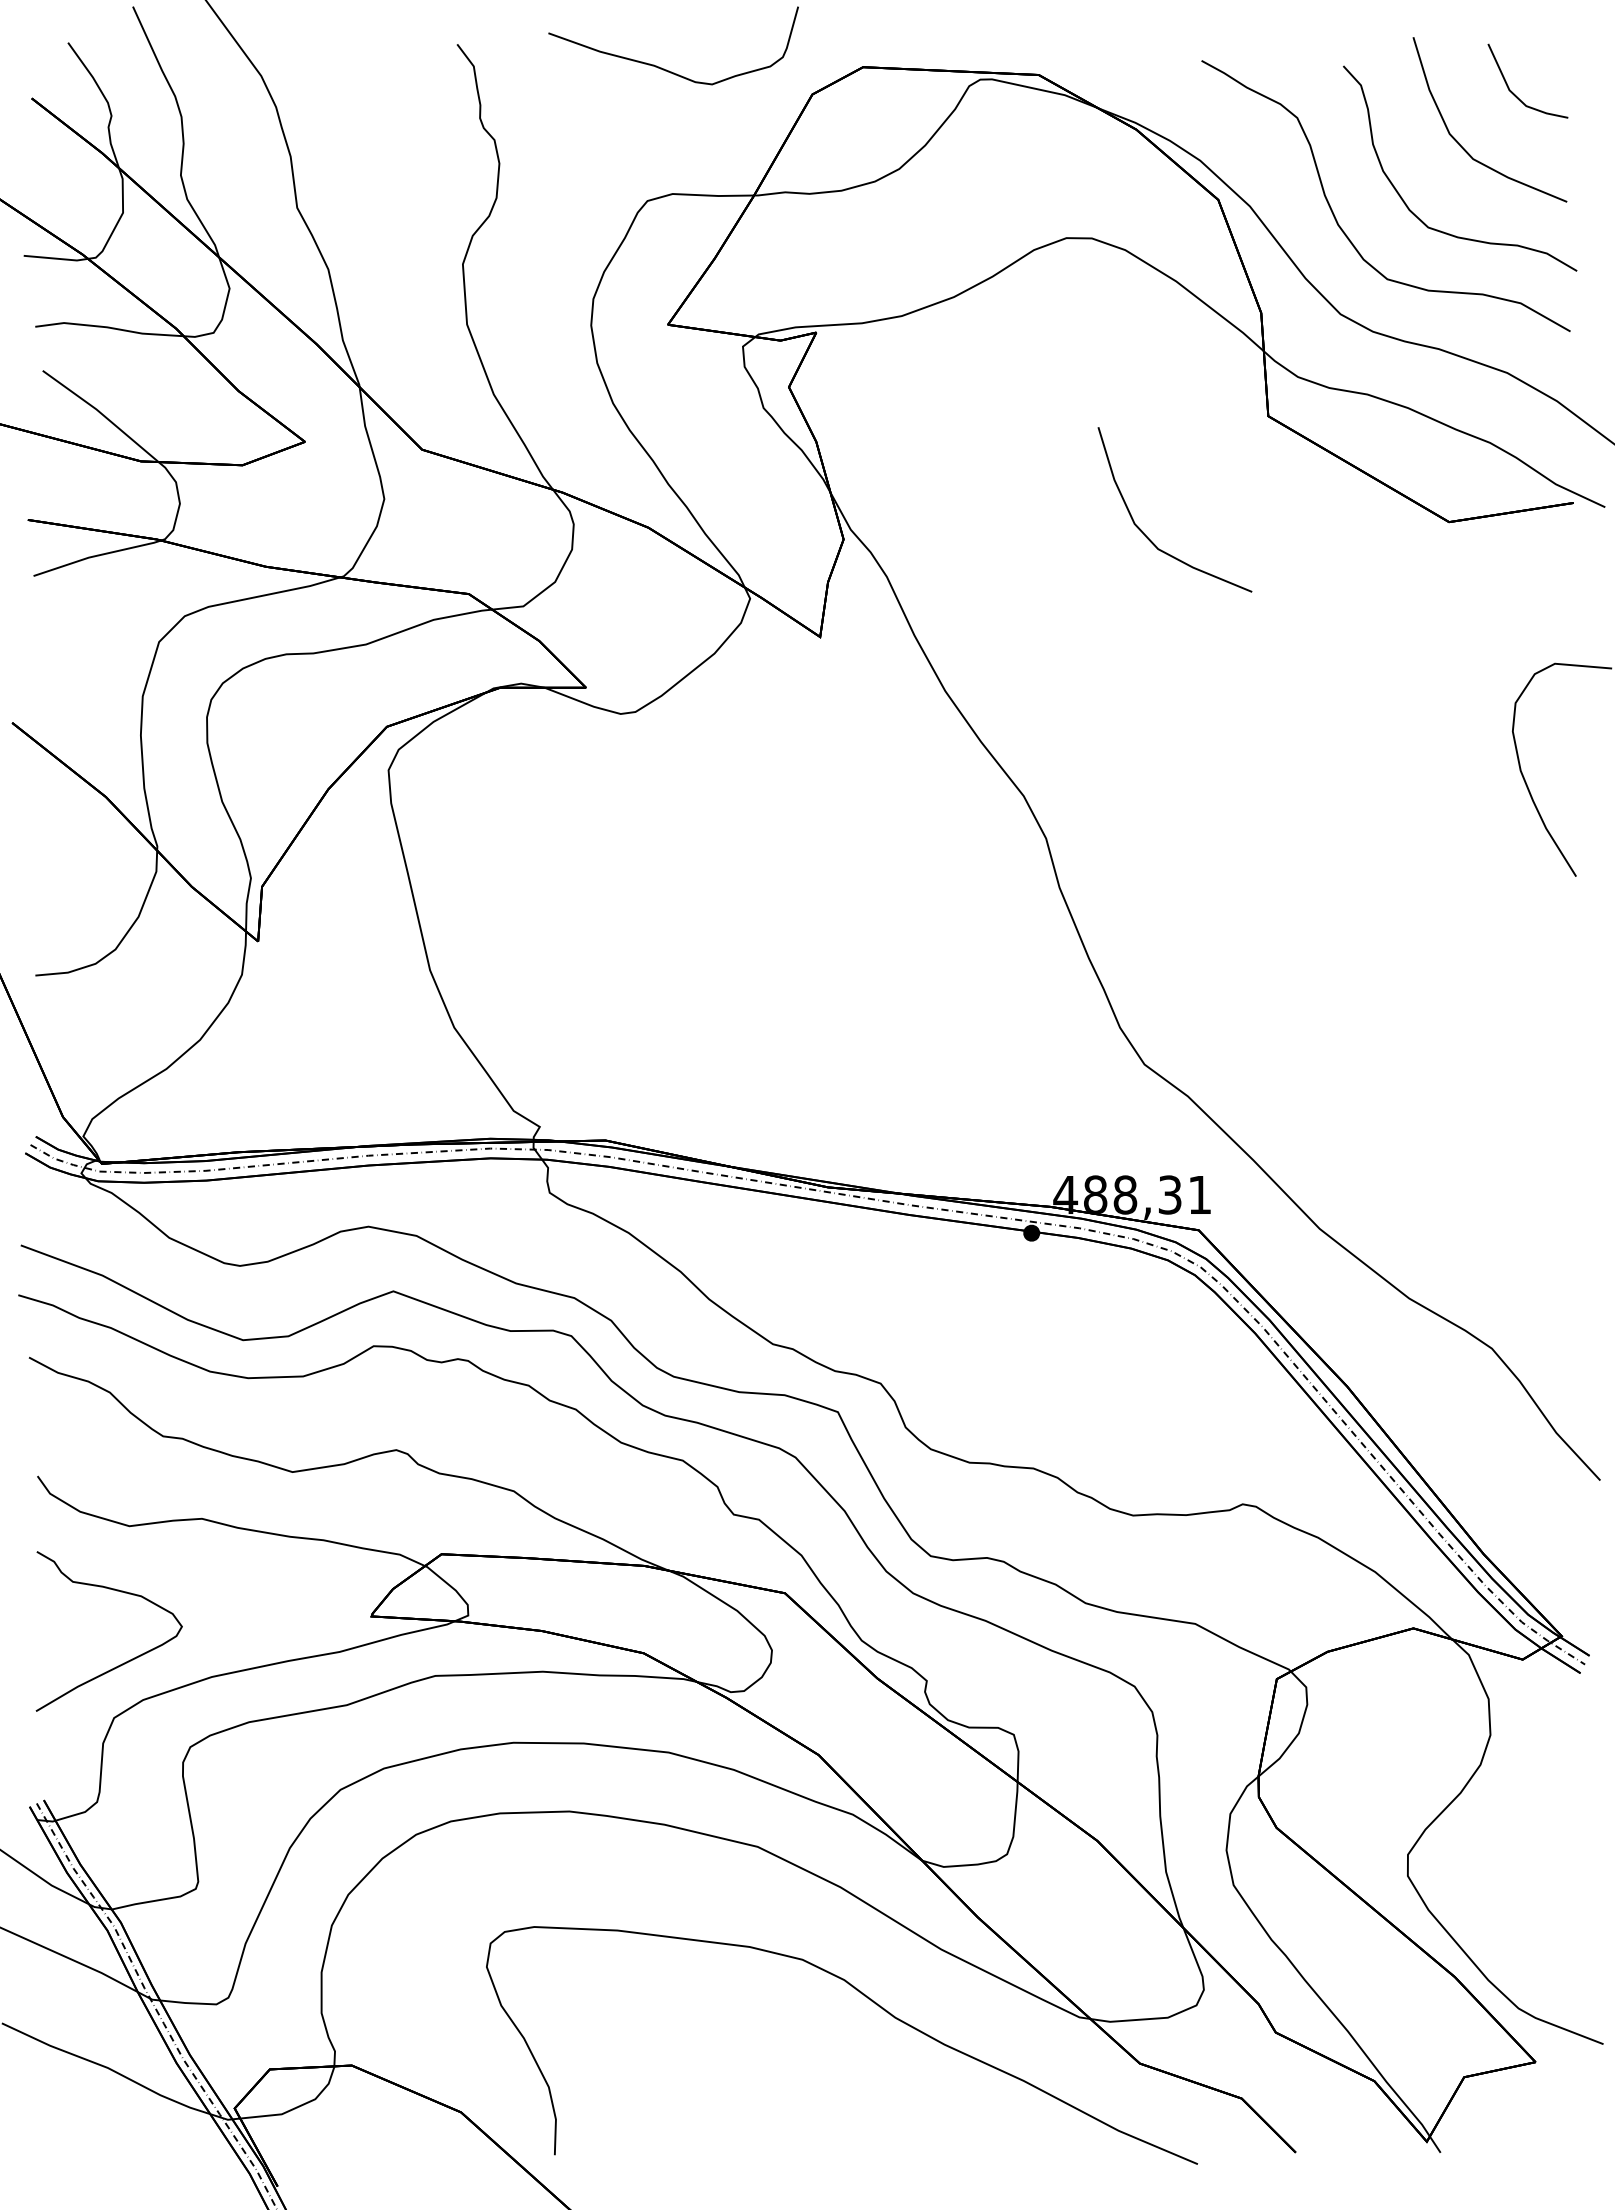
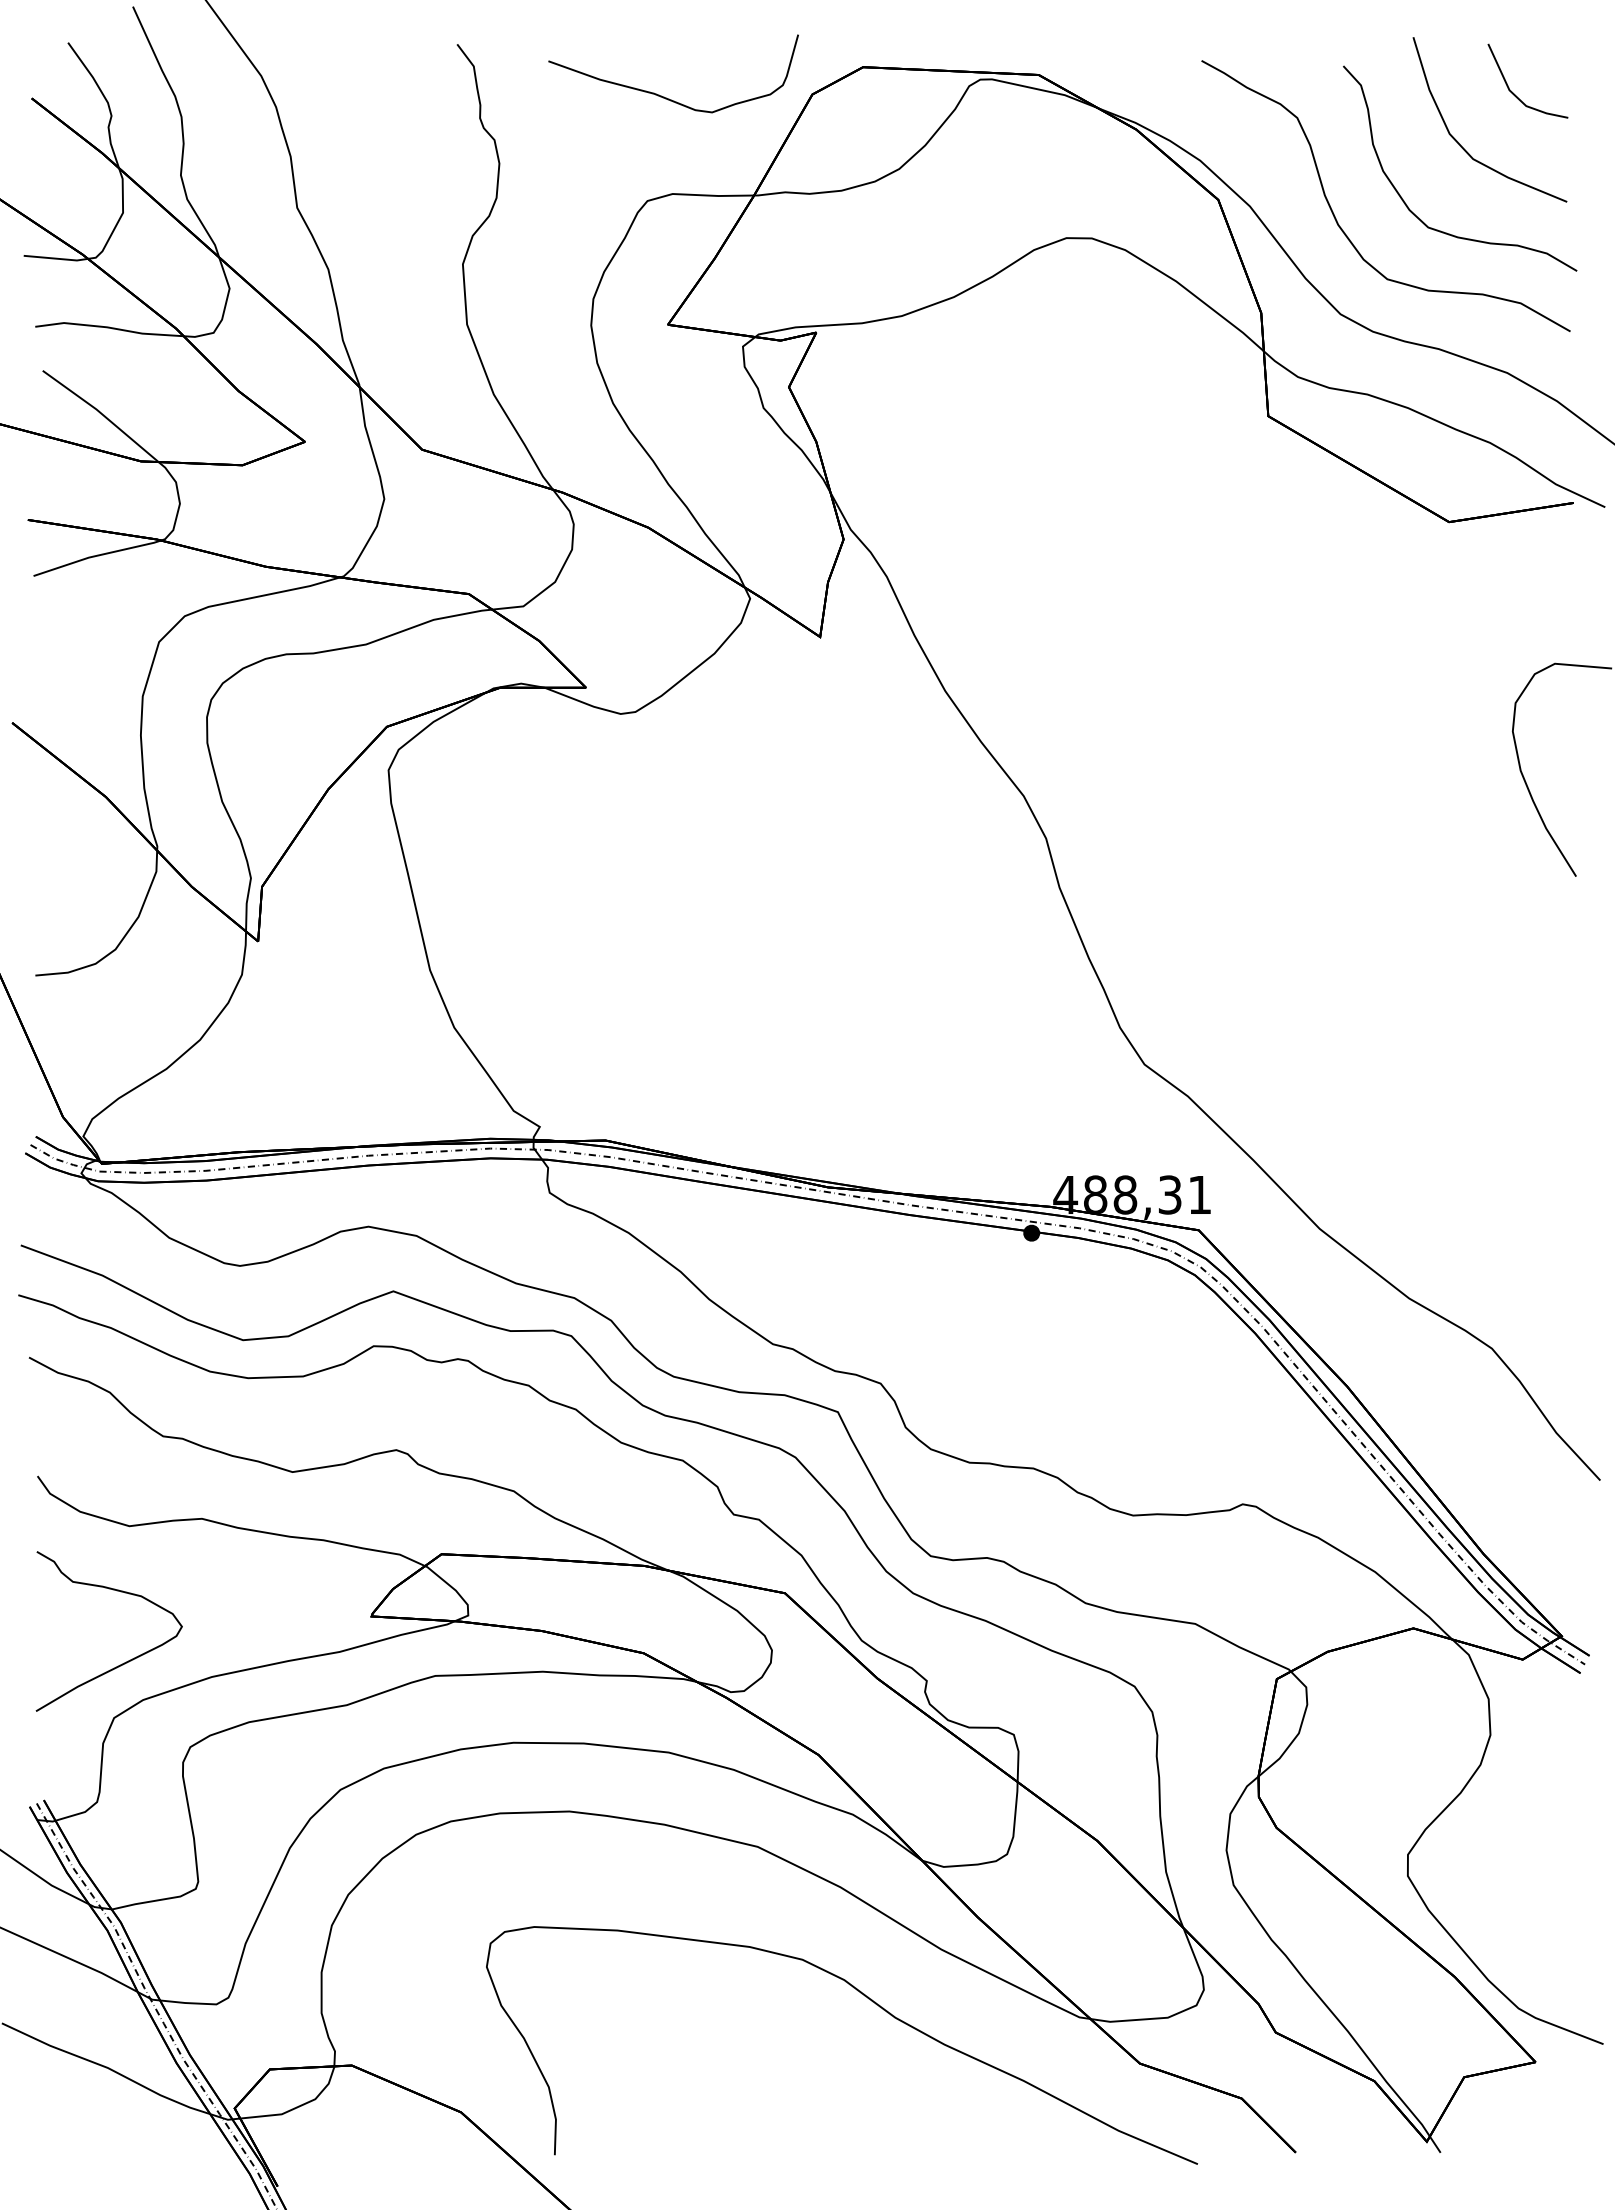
curve at (664, 68) position: (664, 68) -> (664, 96)
curve at (1143, 531): present -> none
